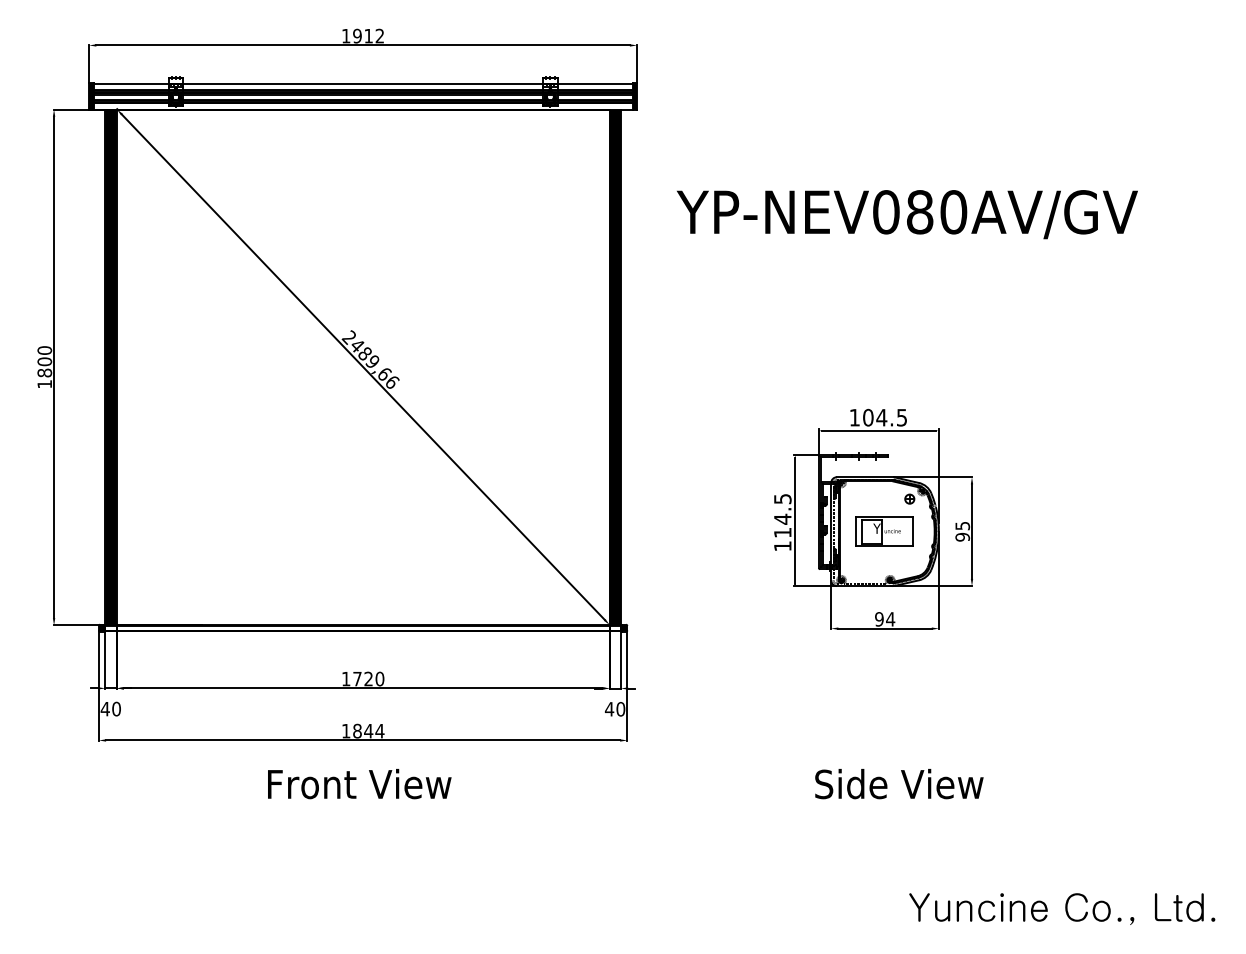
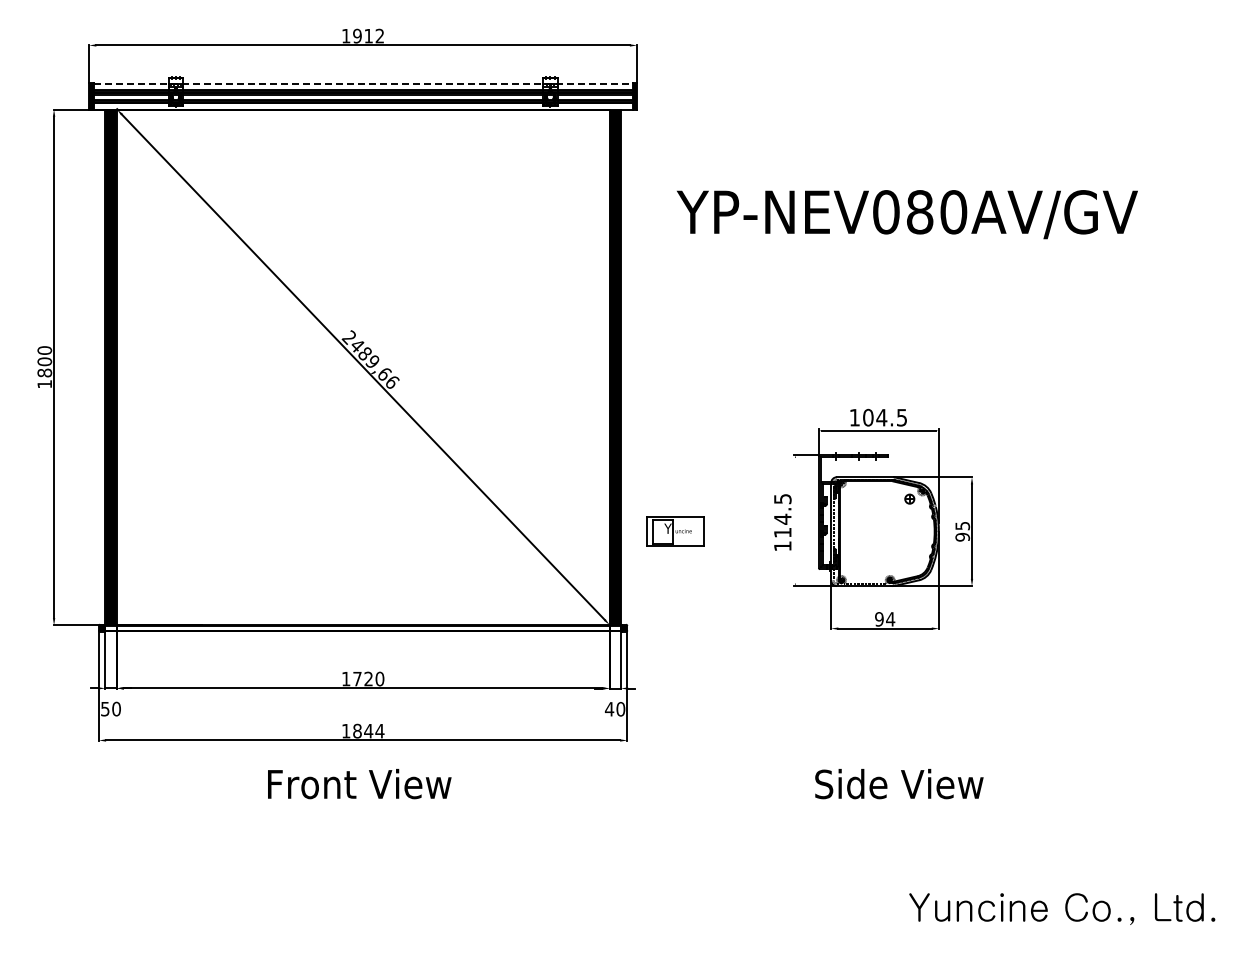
line at (363, 83): solid -> dashed
line at (795, 520): present -> none
part at (884, 531) position: (884, 531) -> (675, 531)
text at (104, 709): 40 -> 50
